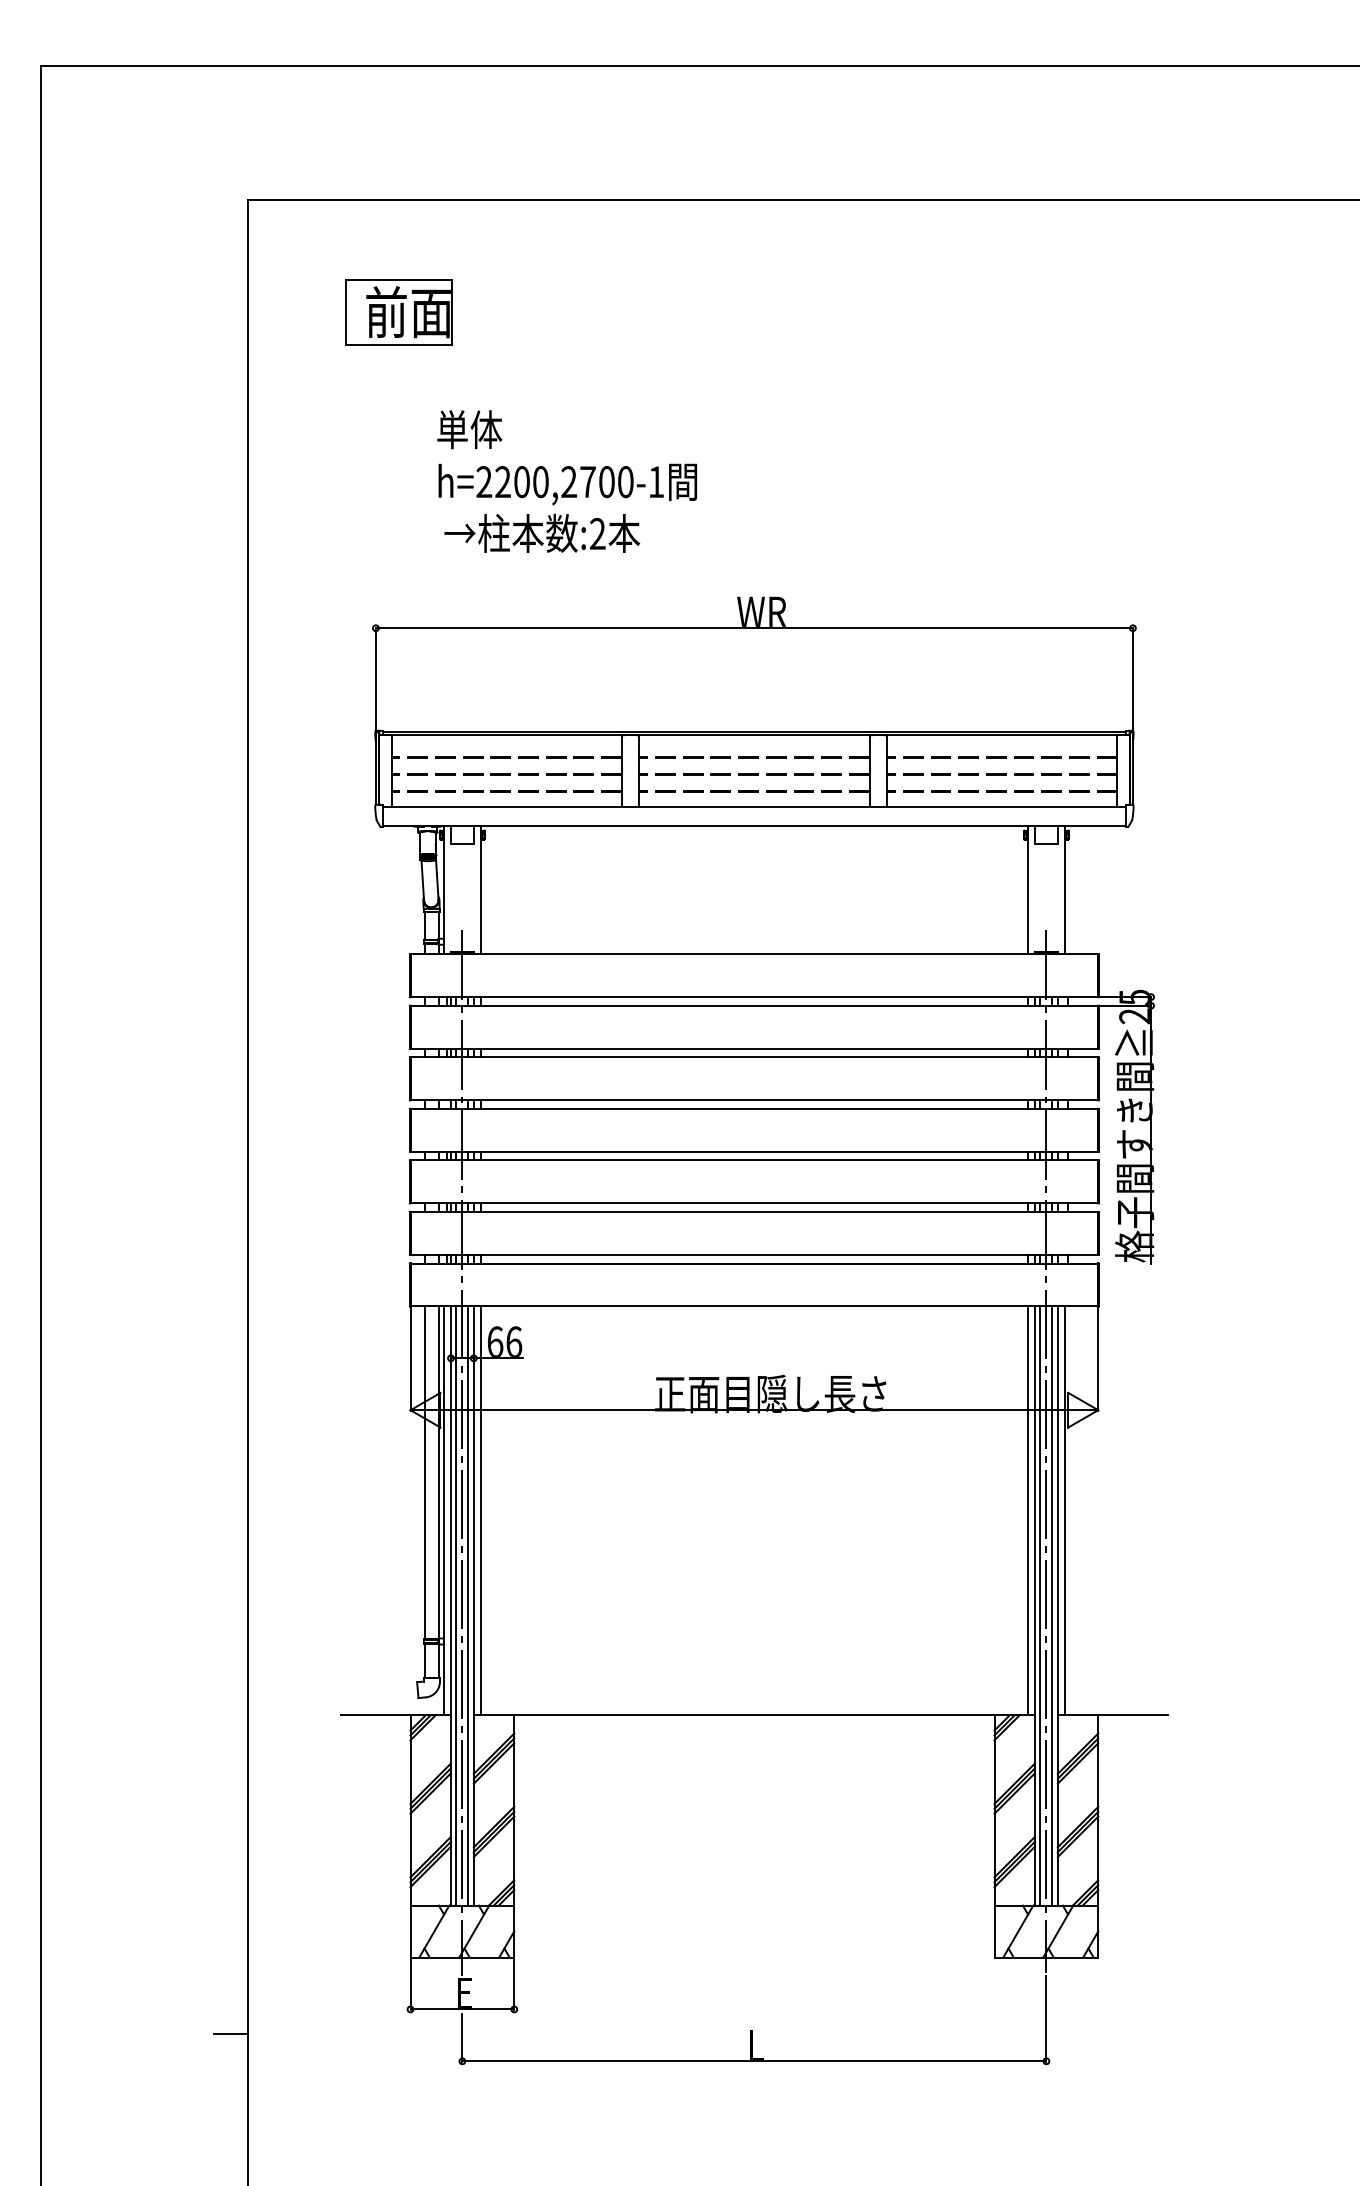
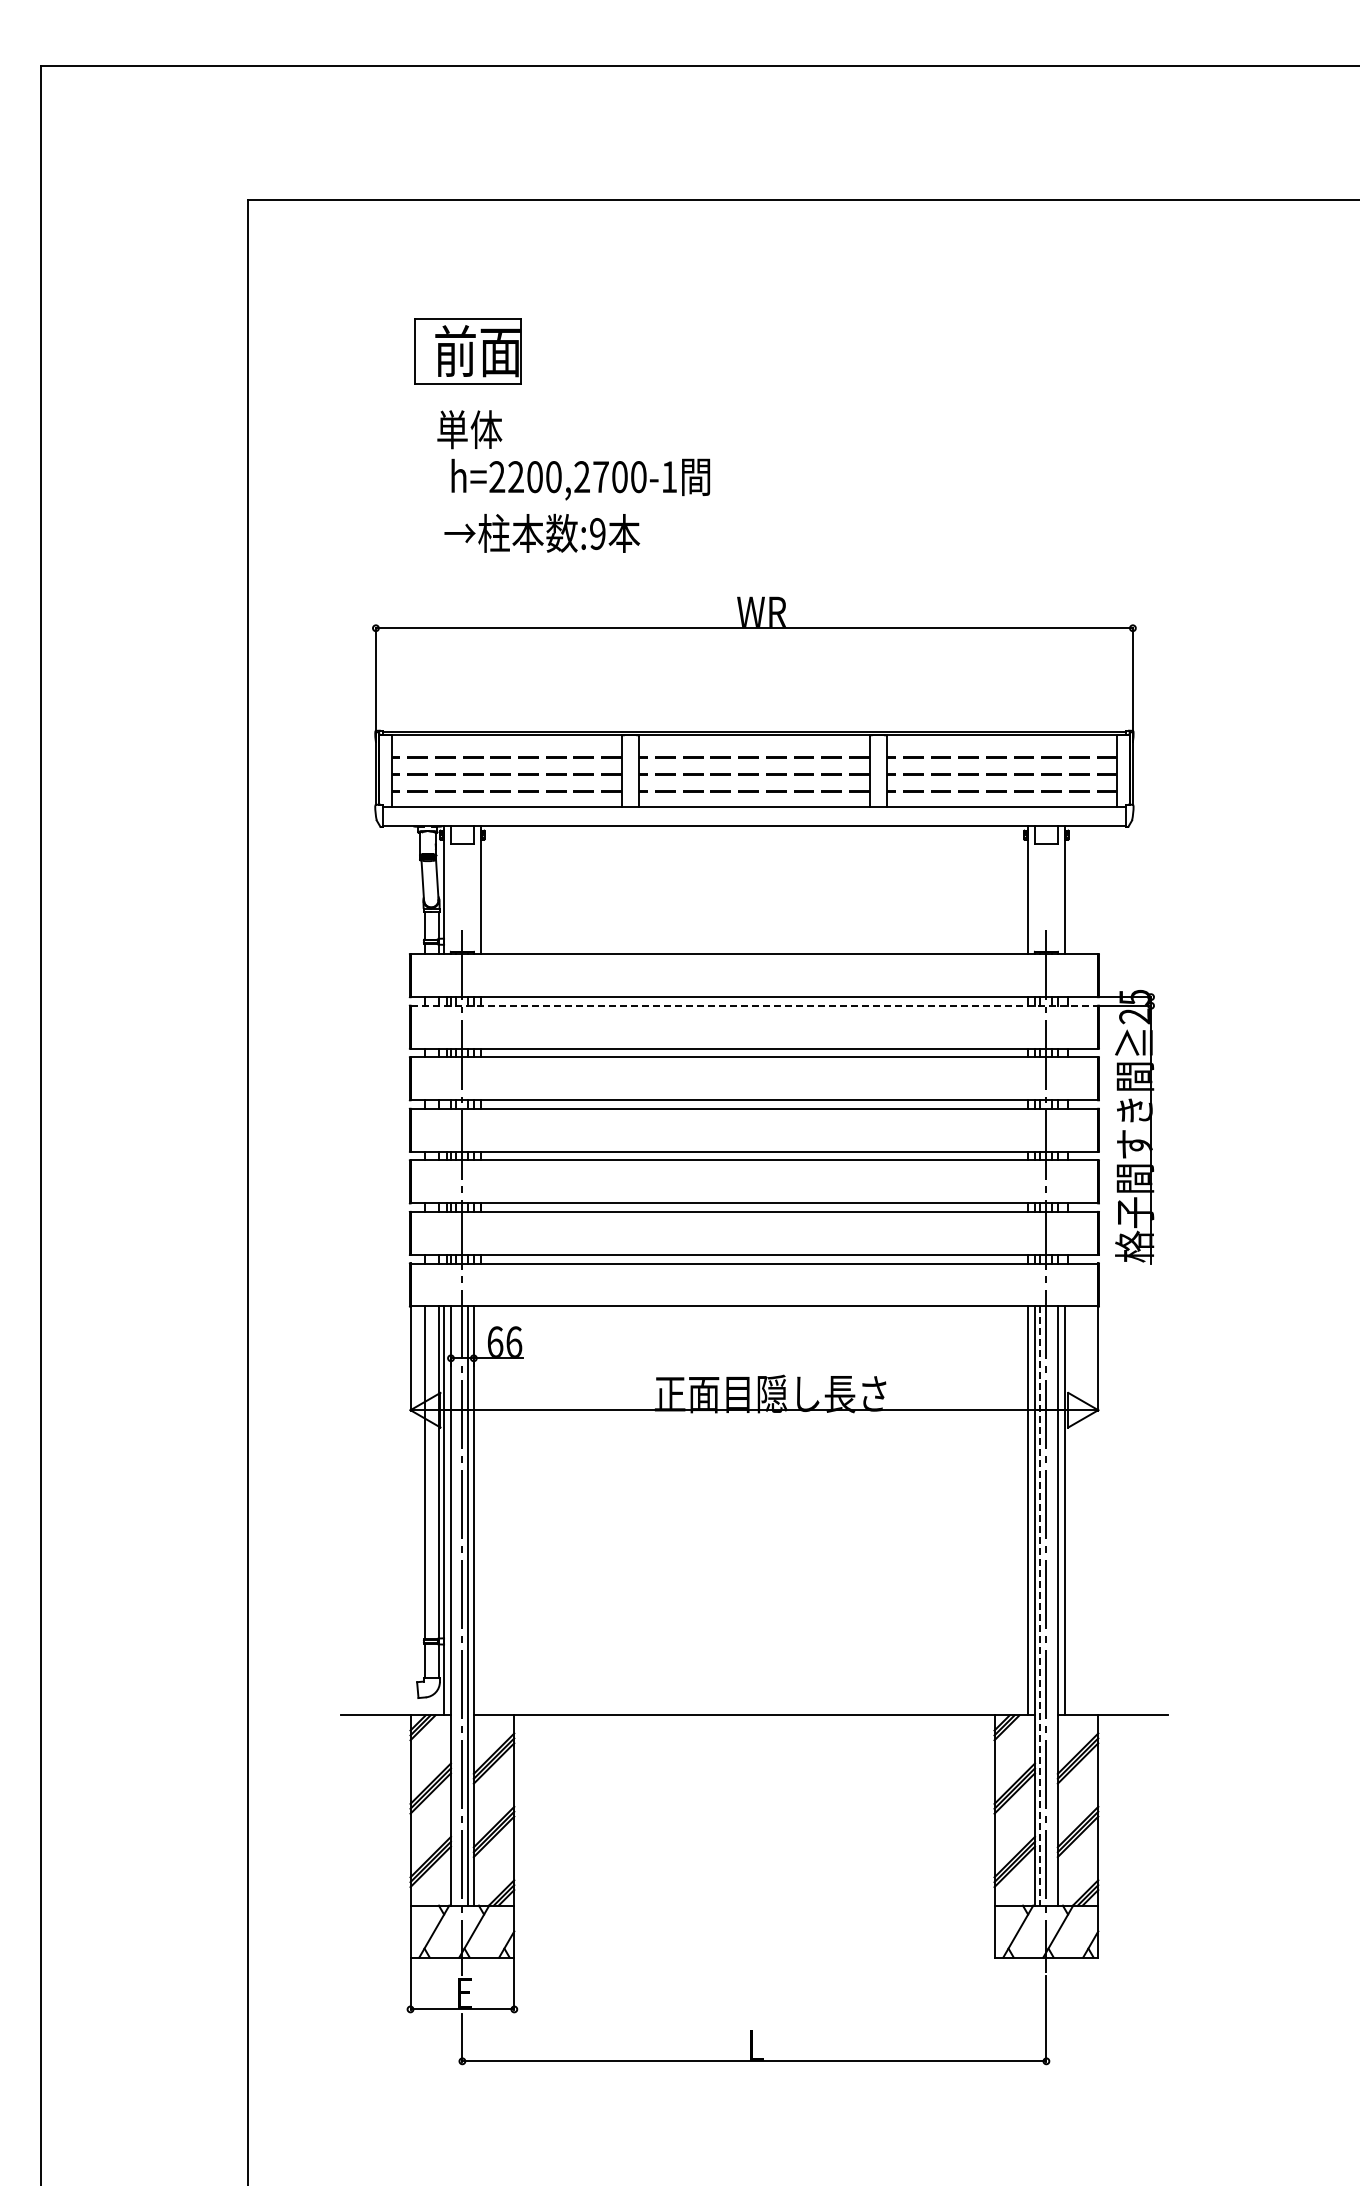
part at (398, 312) position: (398, 312) -> (467, 351)
text at (567, 484) position: (567, 484) -> (580, 479)
text at (597, 534): :2 -> :9
line at (754, 1005): solid -> dashed
line at (480, 1510): present -> none
line at (456, 1605): present -> none
line at (1052, 1605): present -> none
line at (1040, 1606): solid -> dashed
line at (230, 2034): present -> none
